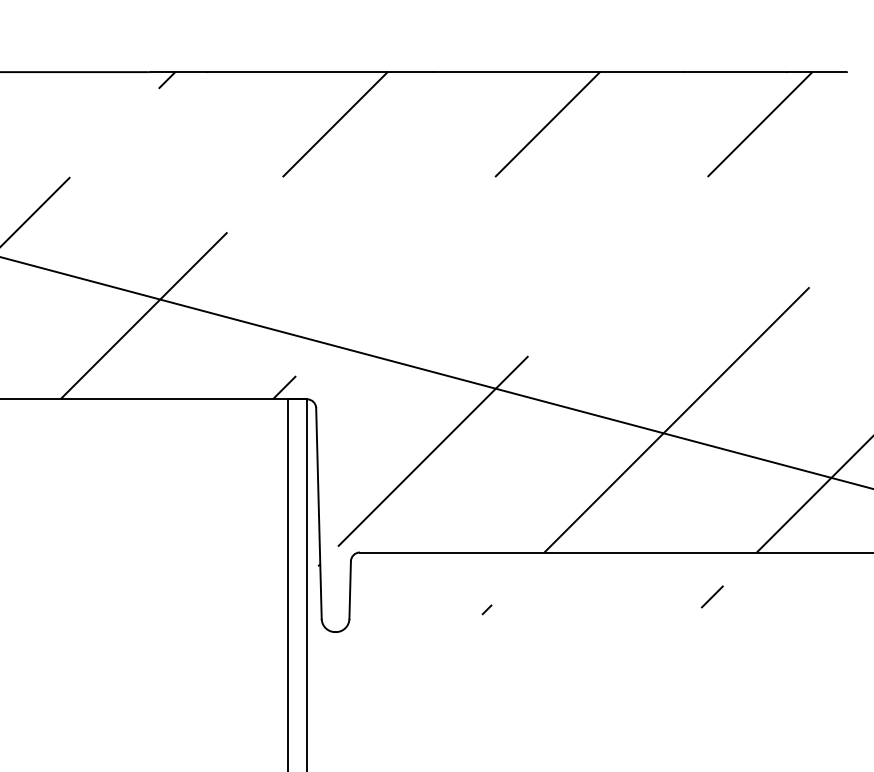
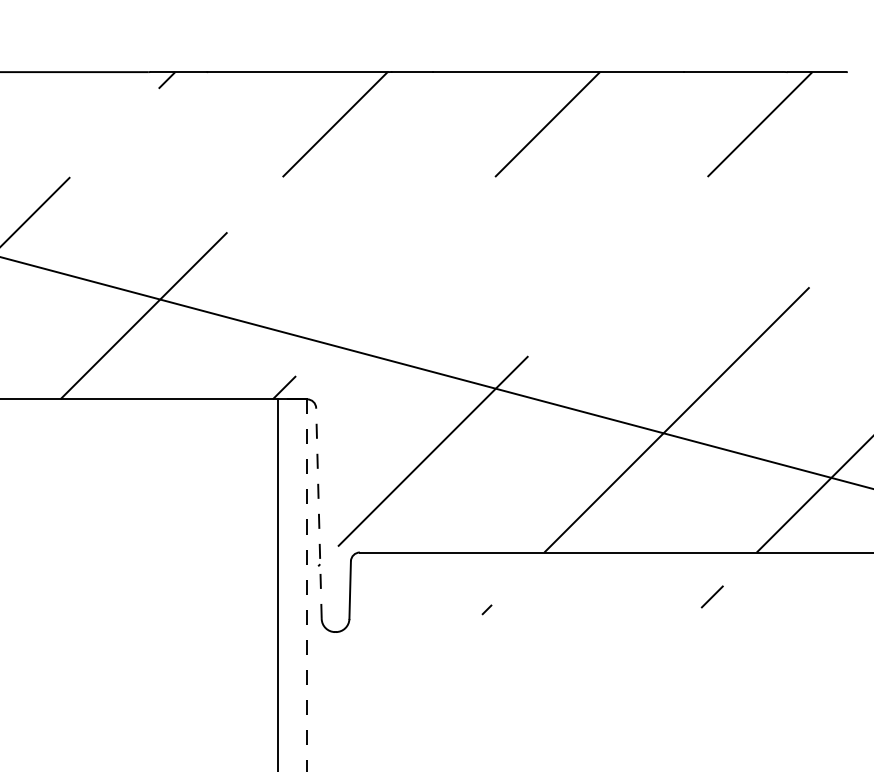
line at (318, 513): solid -> dashed
line at (288, 583) position: (288, 583) -> (278, 583)
line at (307, 585): solid -> dashed
